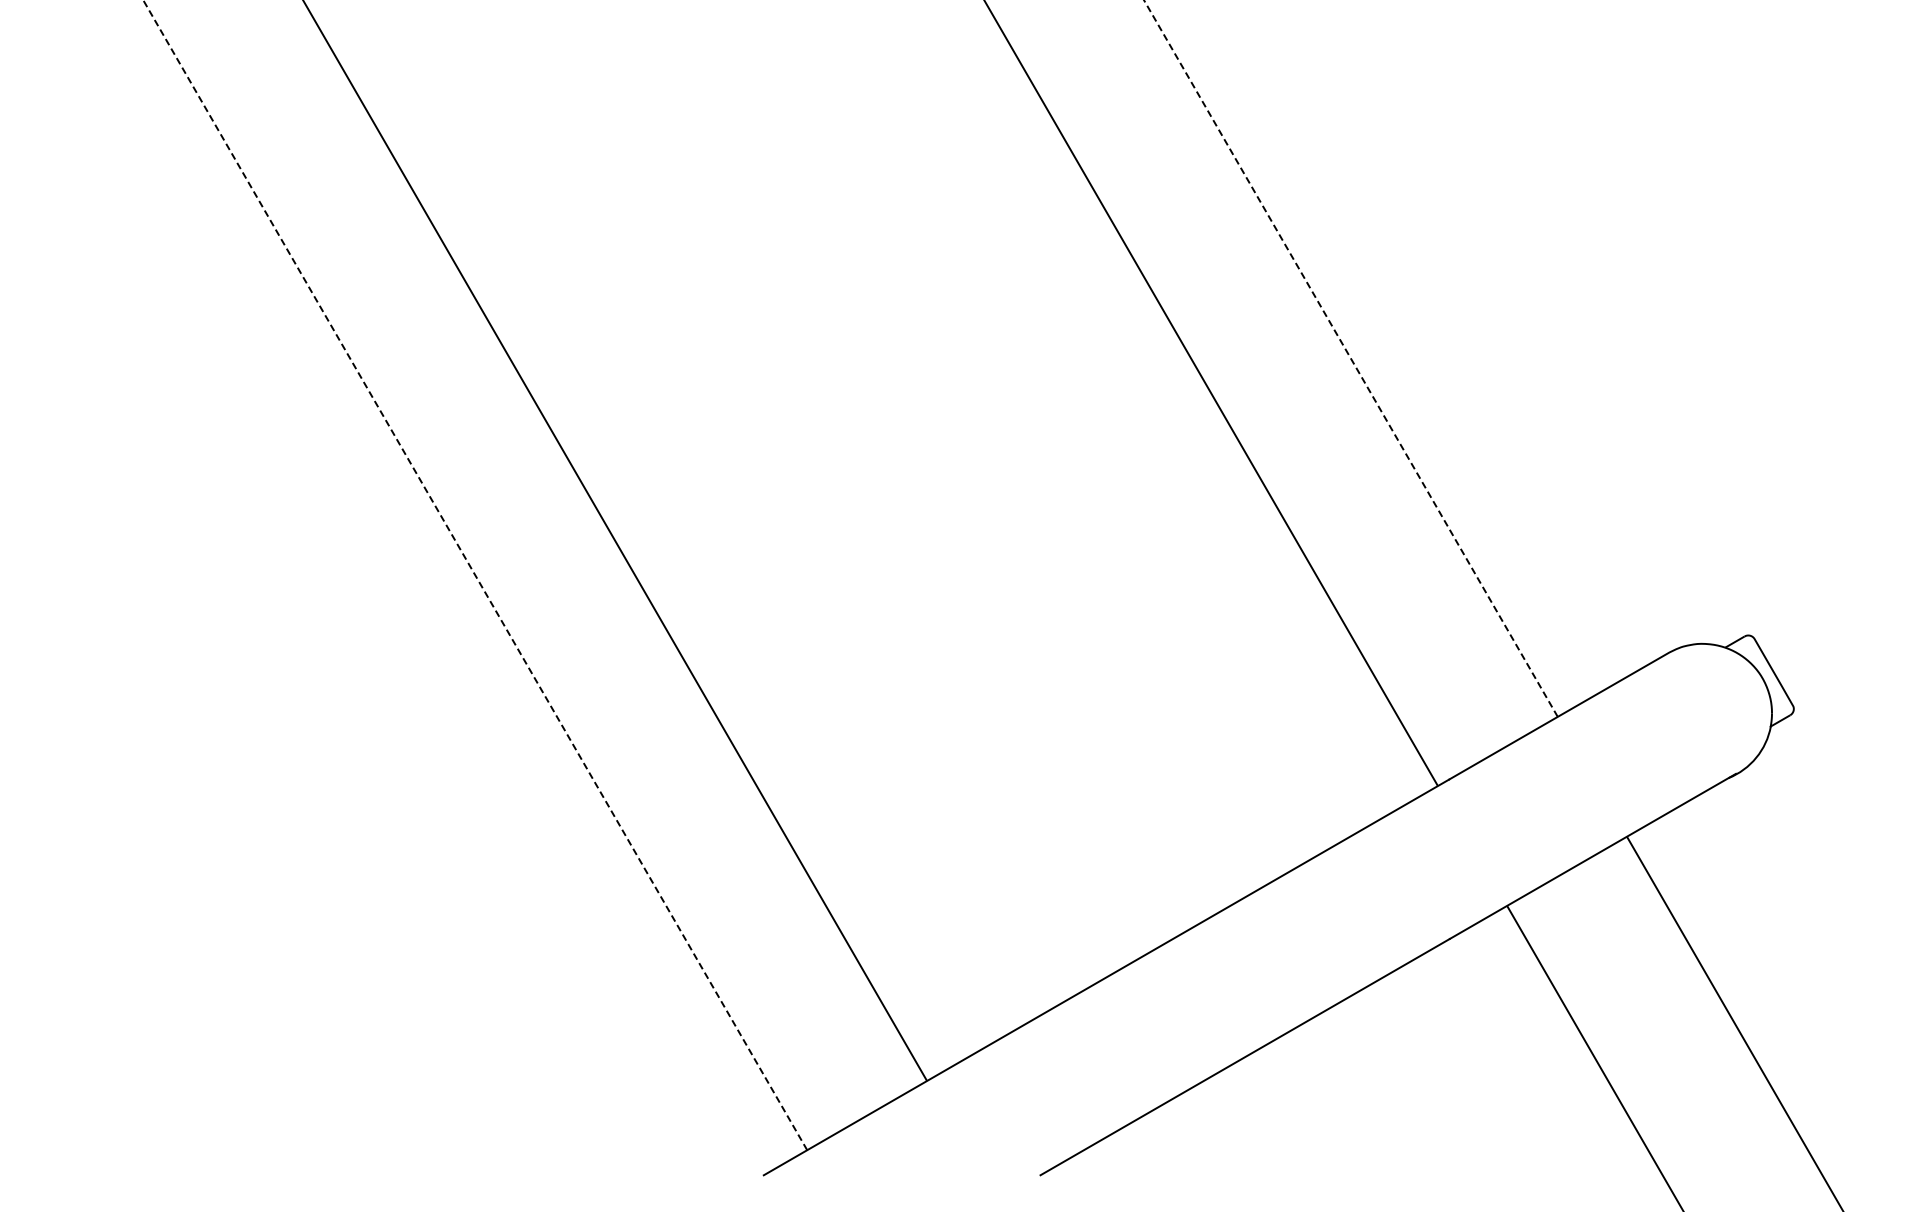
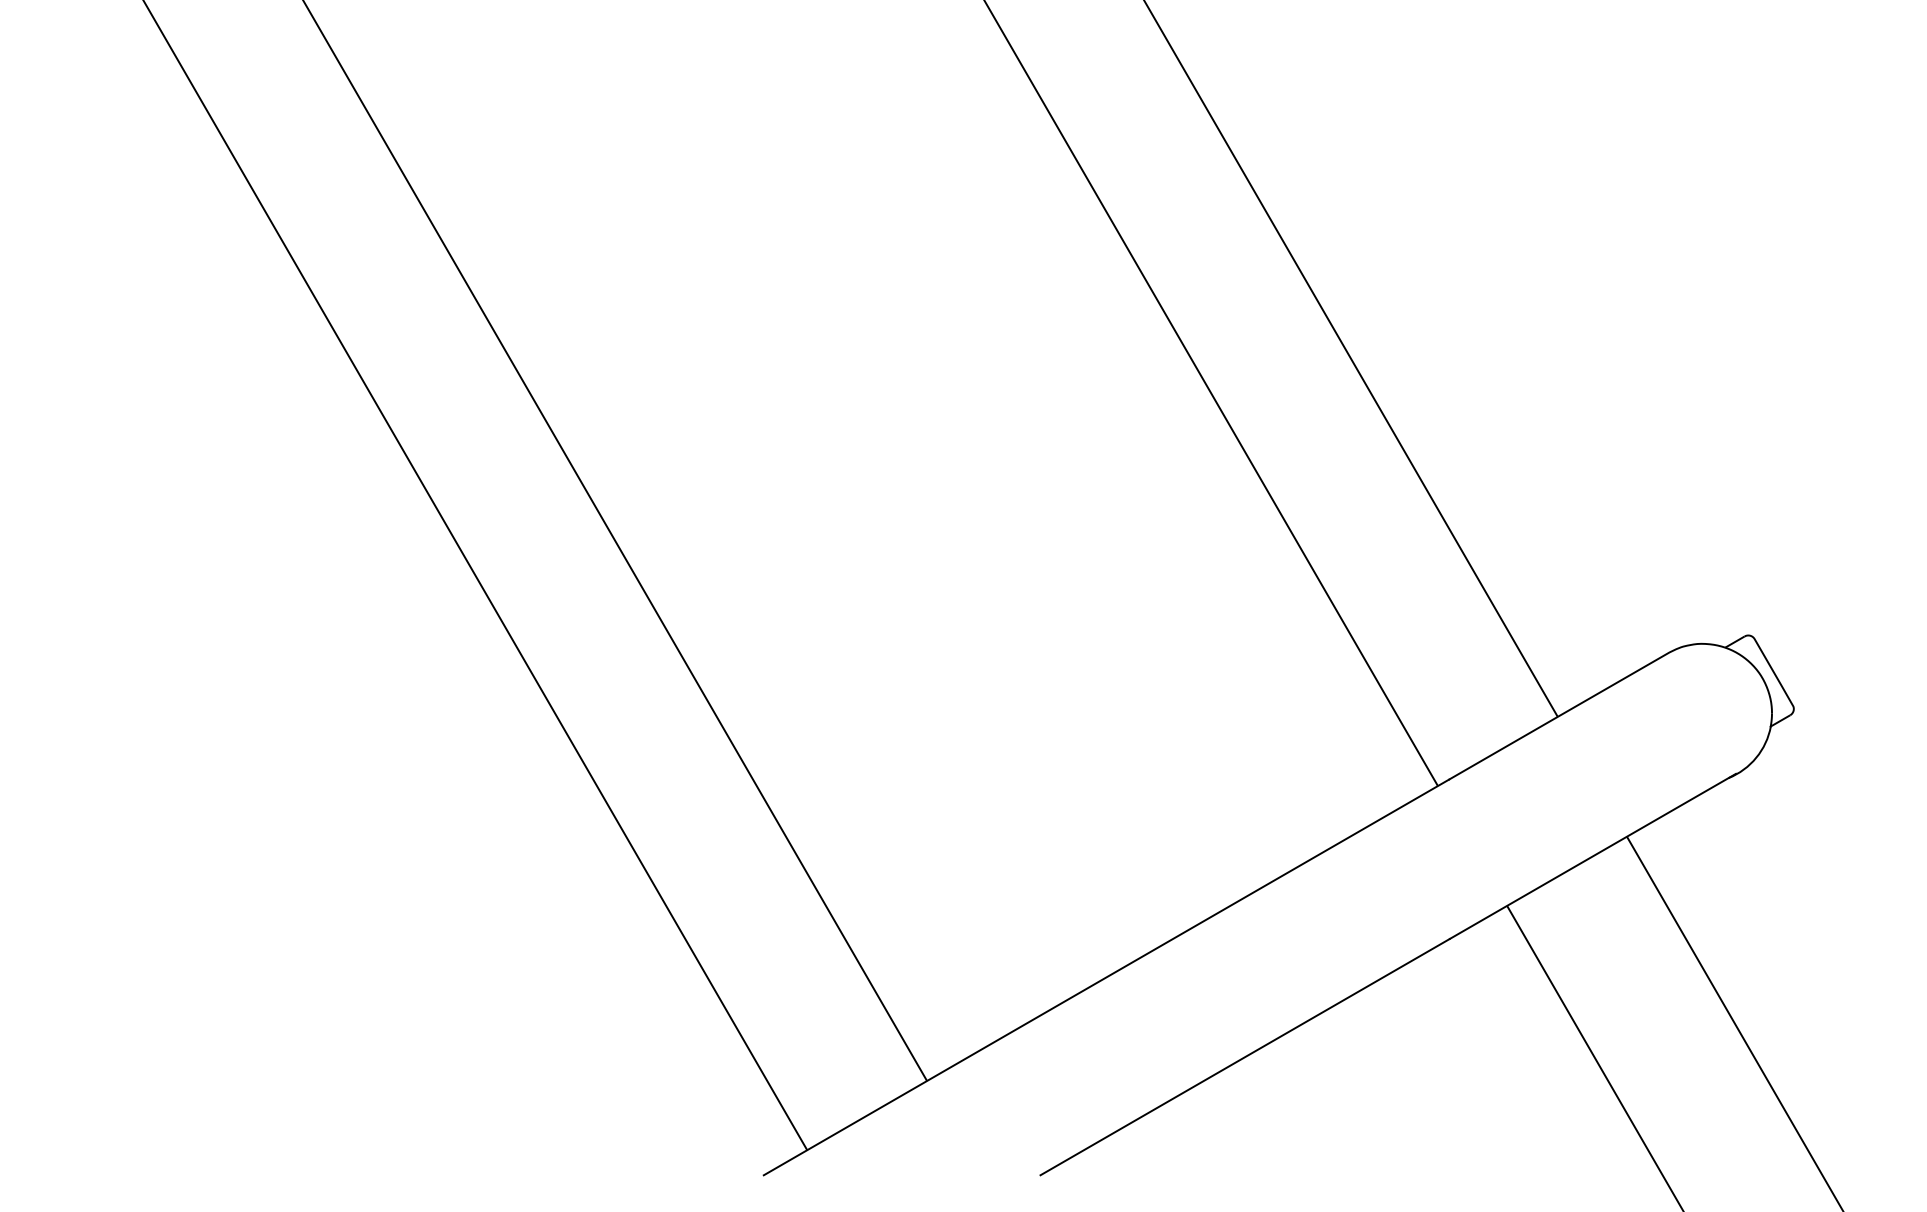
line at (1350, 358): dashed -> solid
line at (475, 575): dashed -> solid
